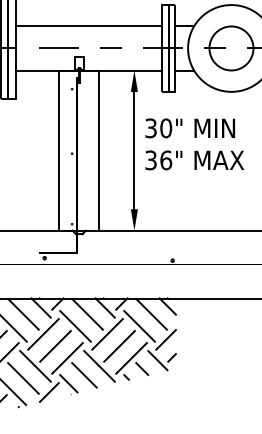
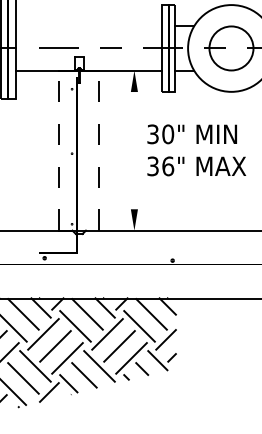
line at (88, 25): present -> none
text at (194, 144) position: (194, 144) -> (196, 150)
line at (59, 150): solid -> dashed
line at (99, 150): solid -> dashed
line at (134, 150): present -> none
